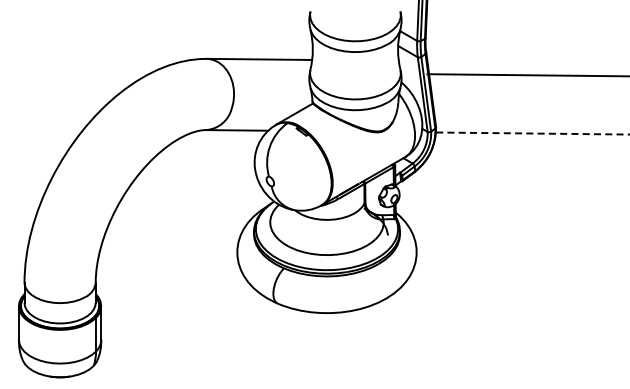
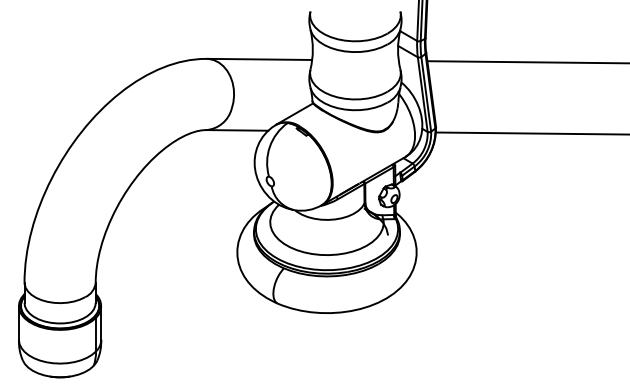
line at (526, 75) position: (526, 75) -> (526, 62)
line at (533, 133): dashed -> solid
